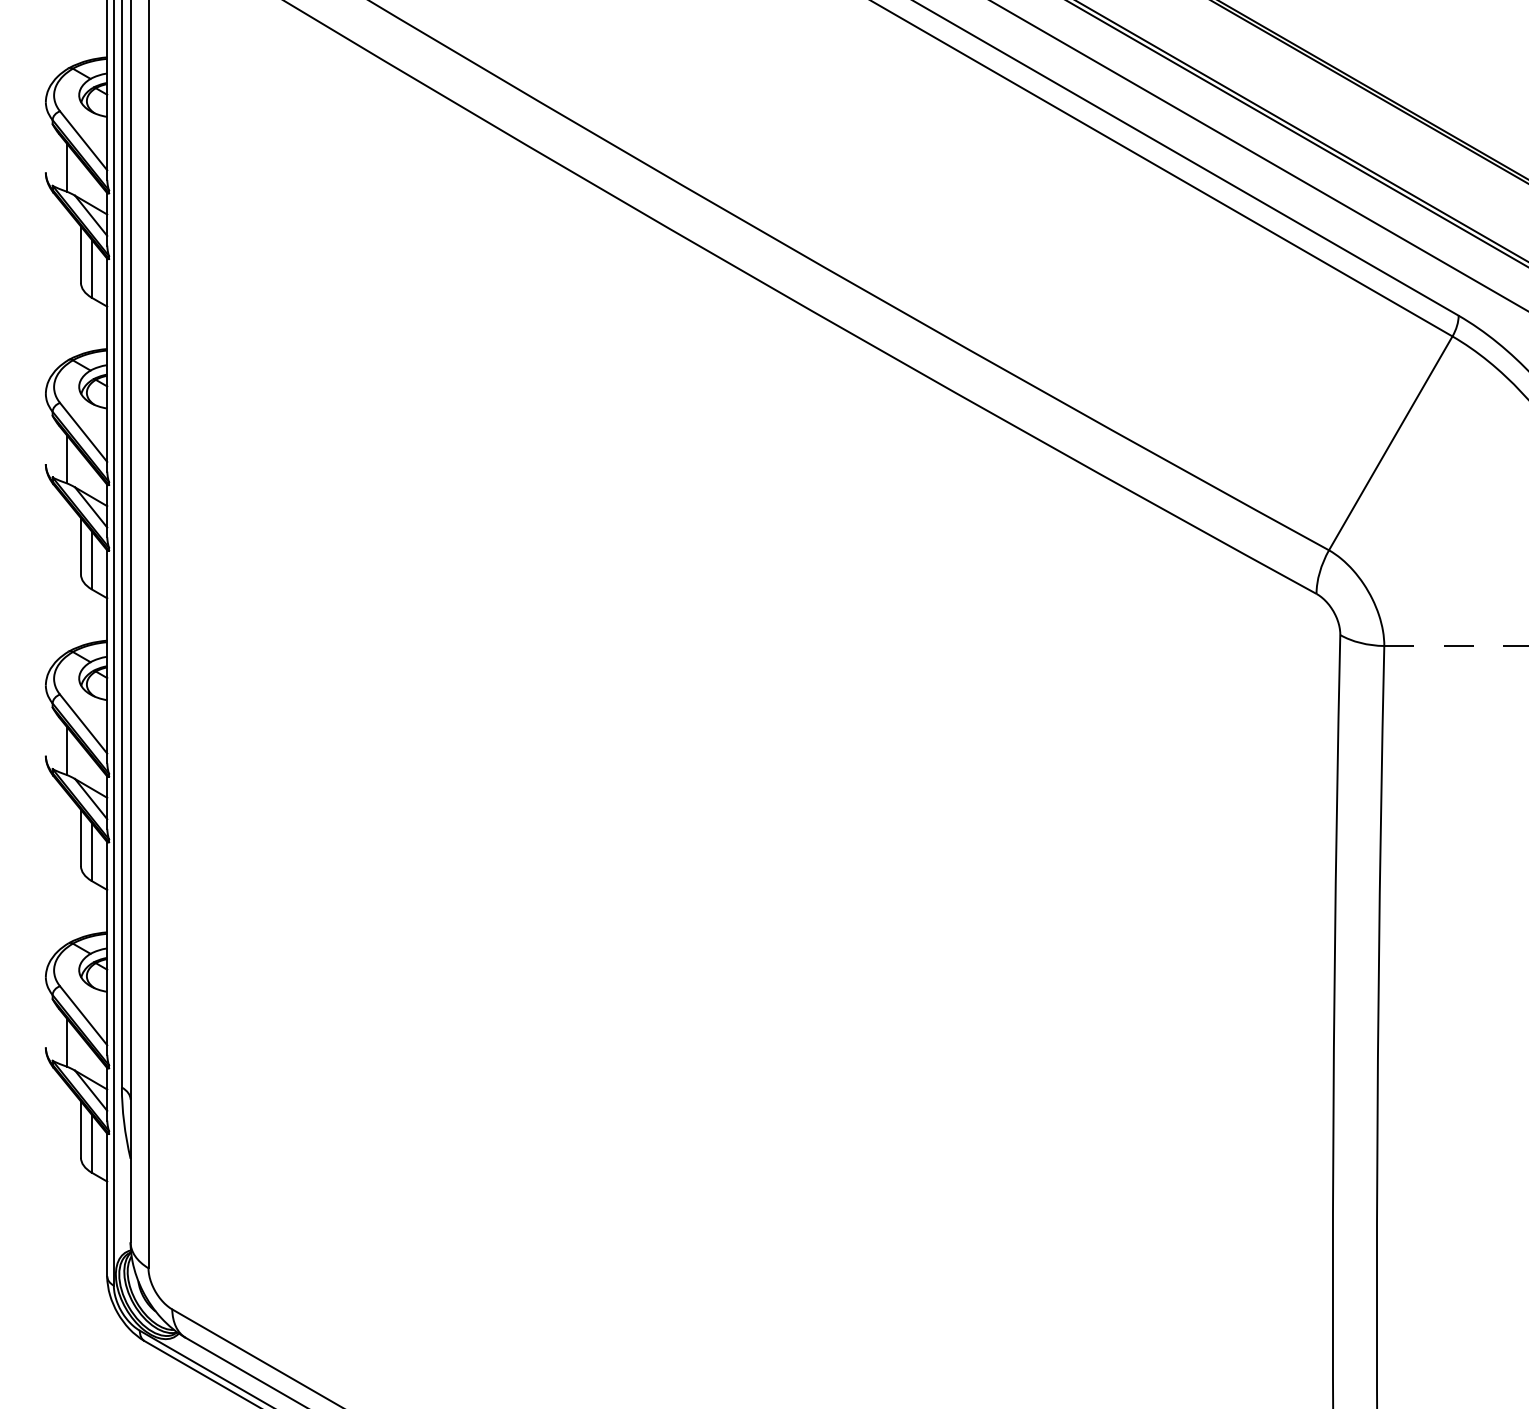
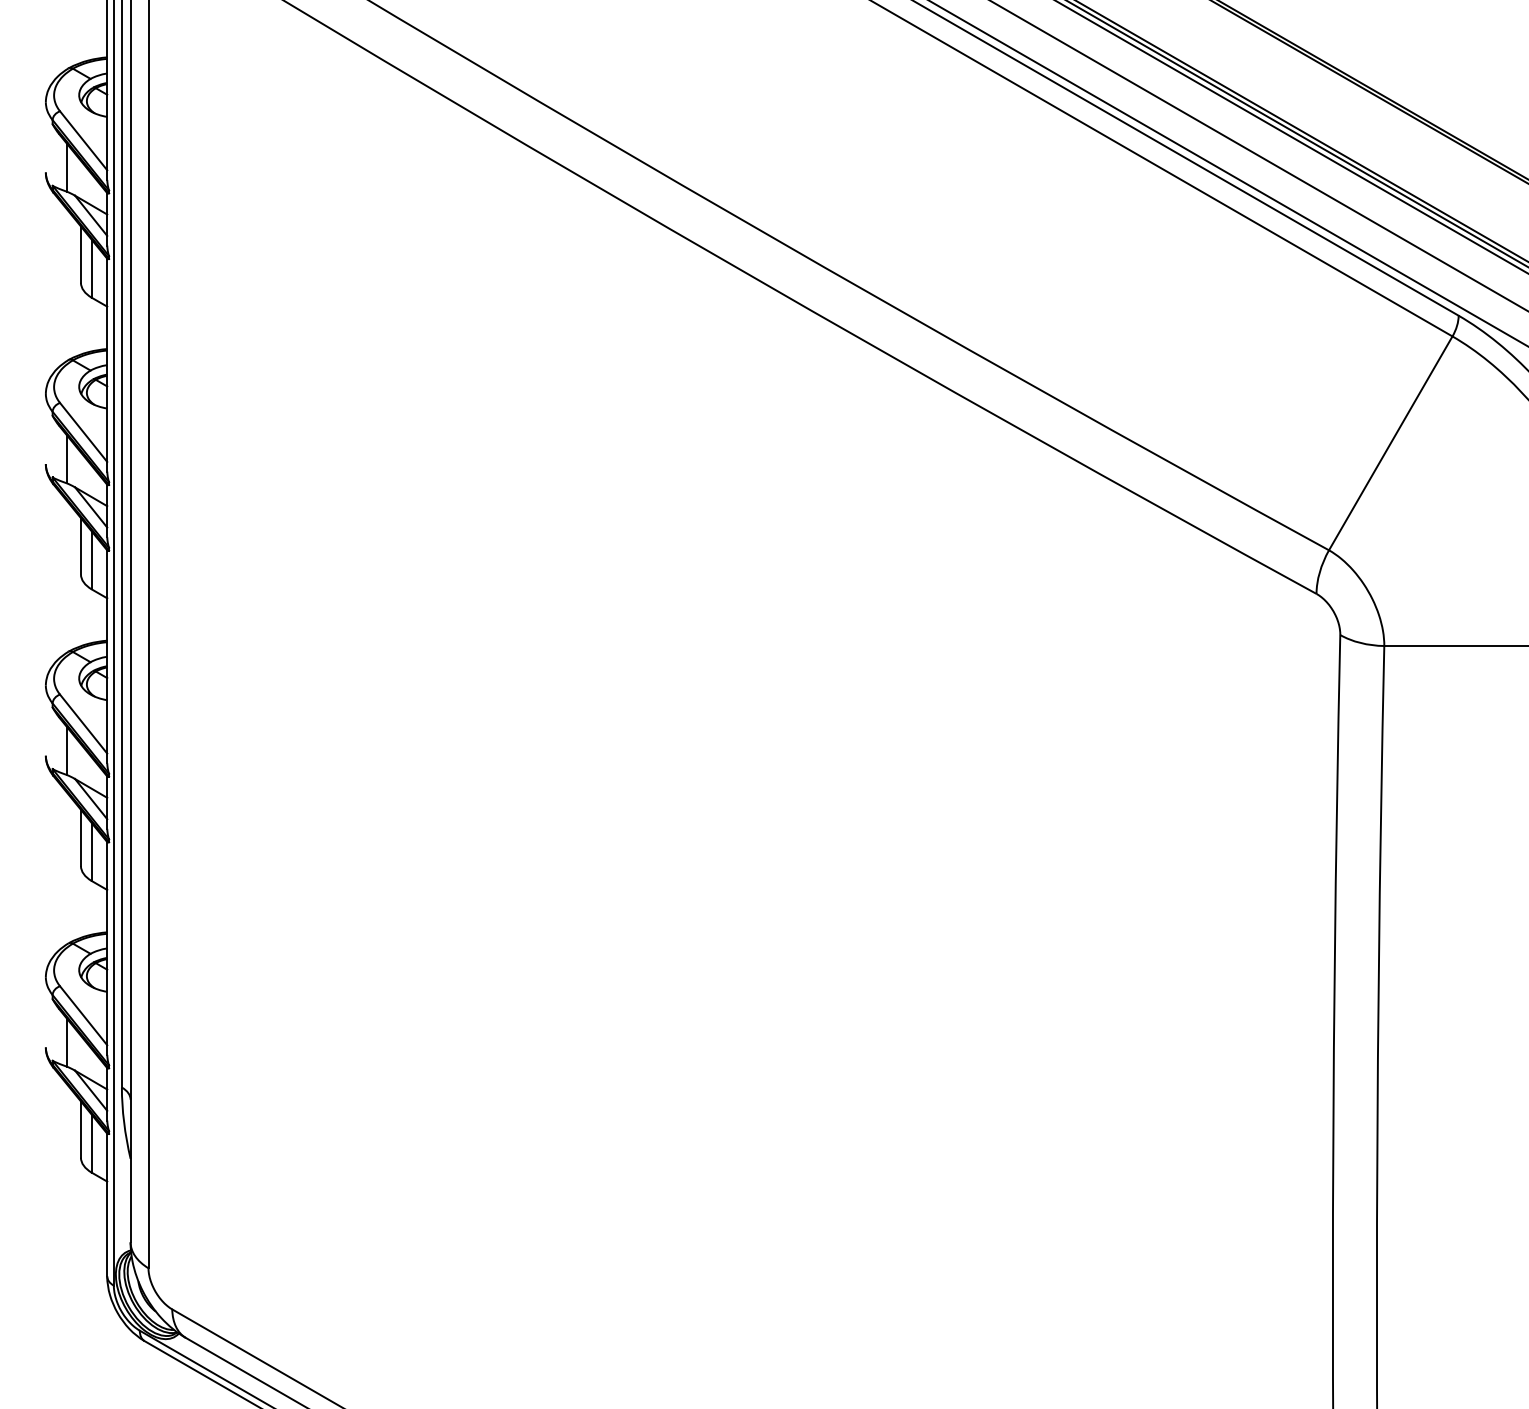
line at (1291, 137): none -> present
line at (1228, 173): none -> present
line at (1456, 646): dashed -> solid
